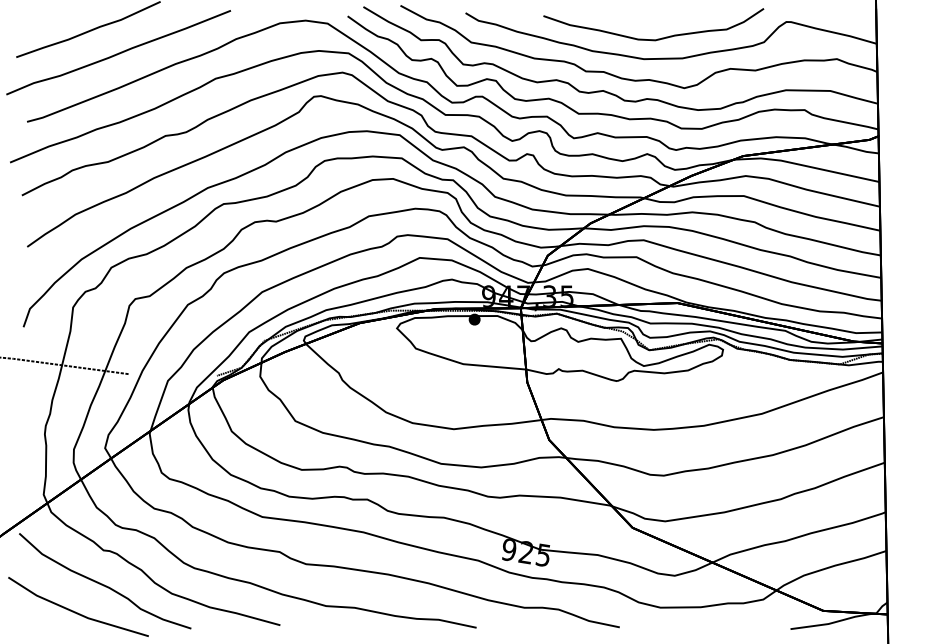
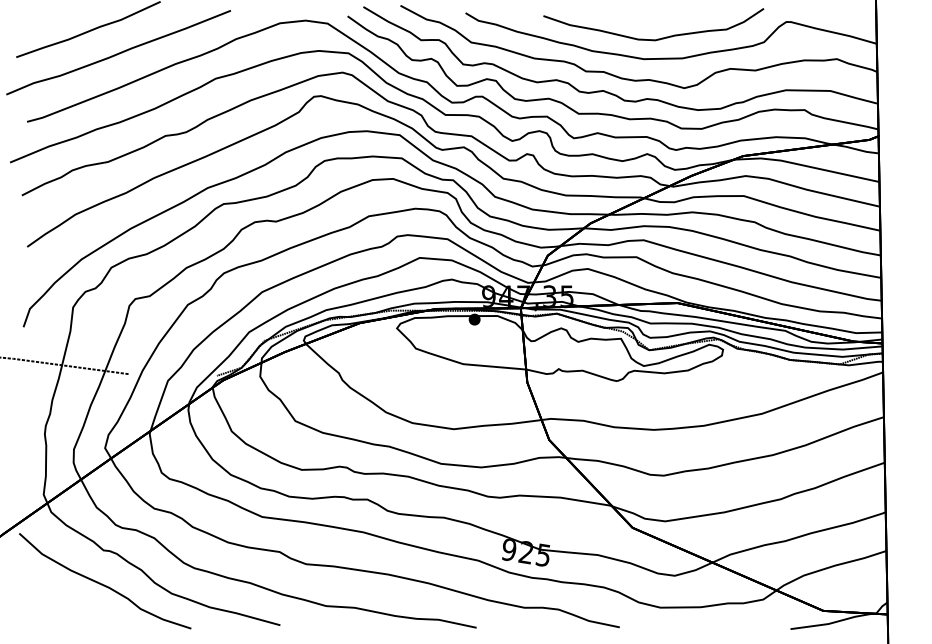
line at (75, 611): present -> none
